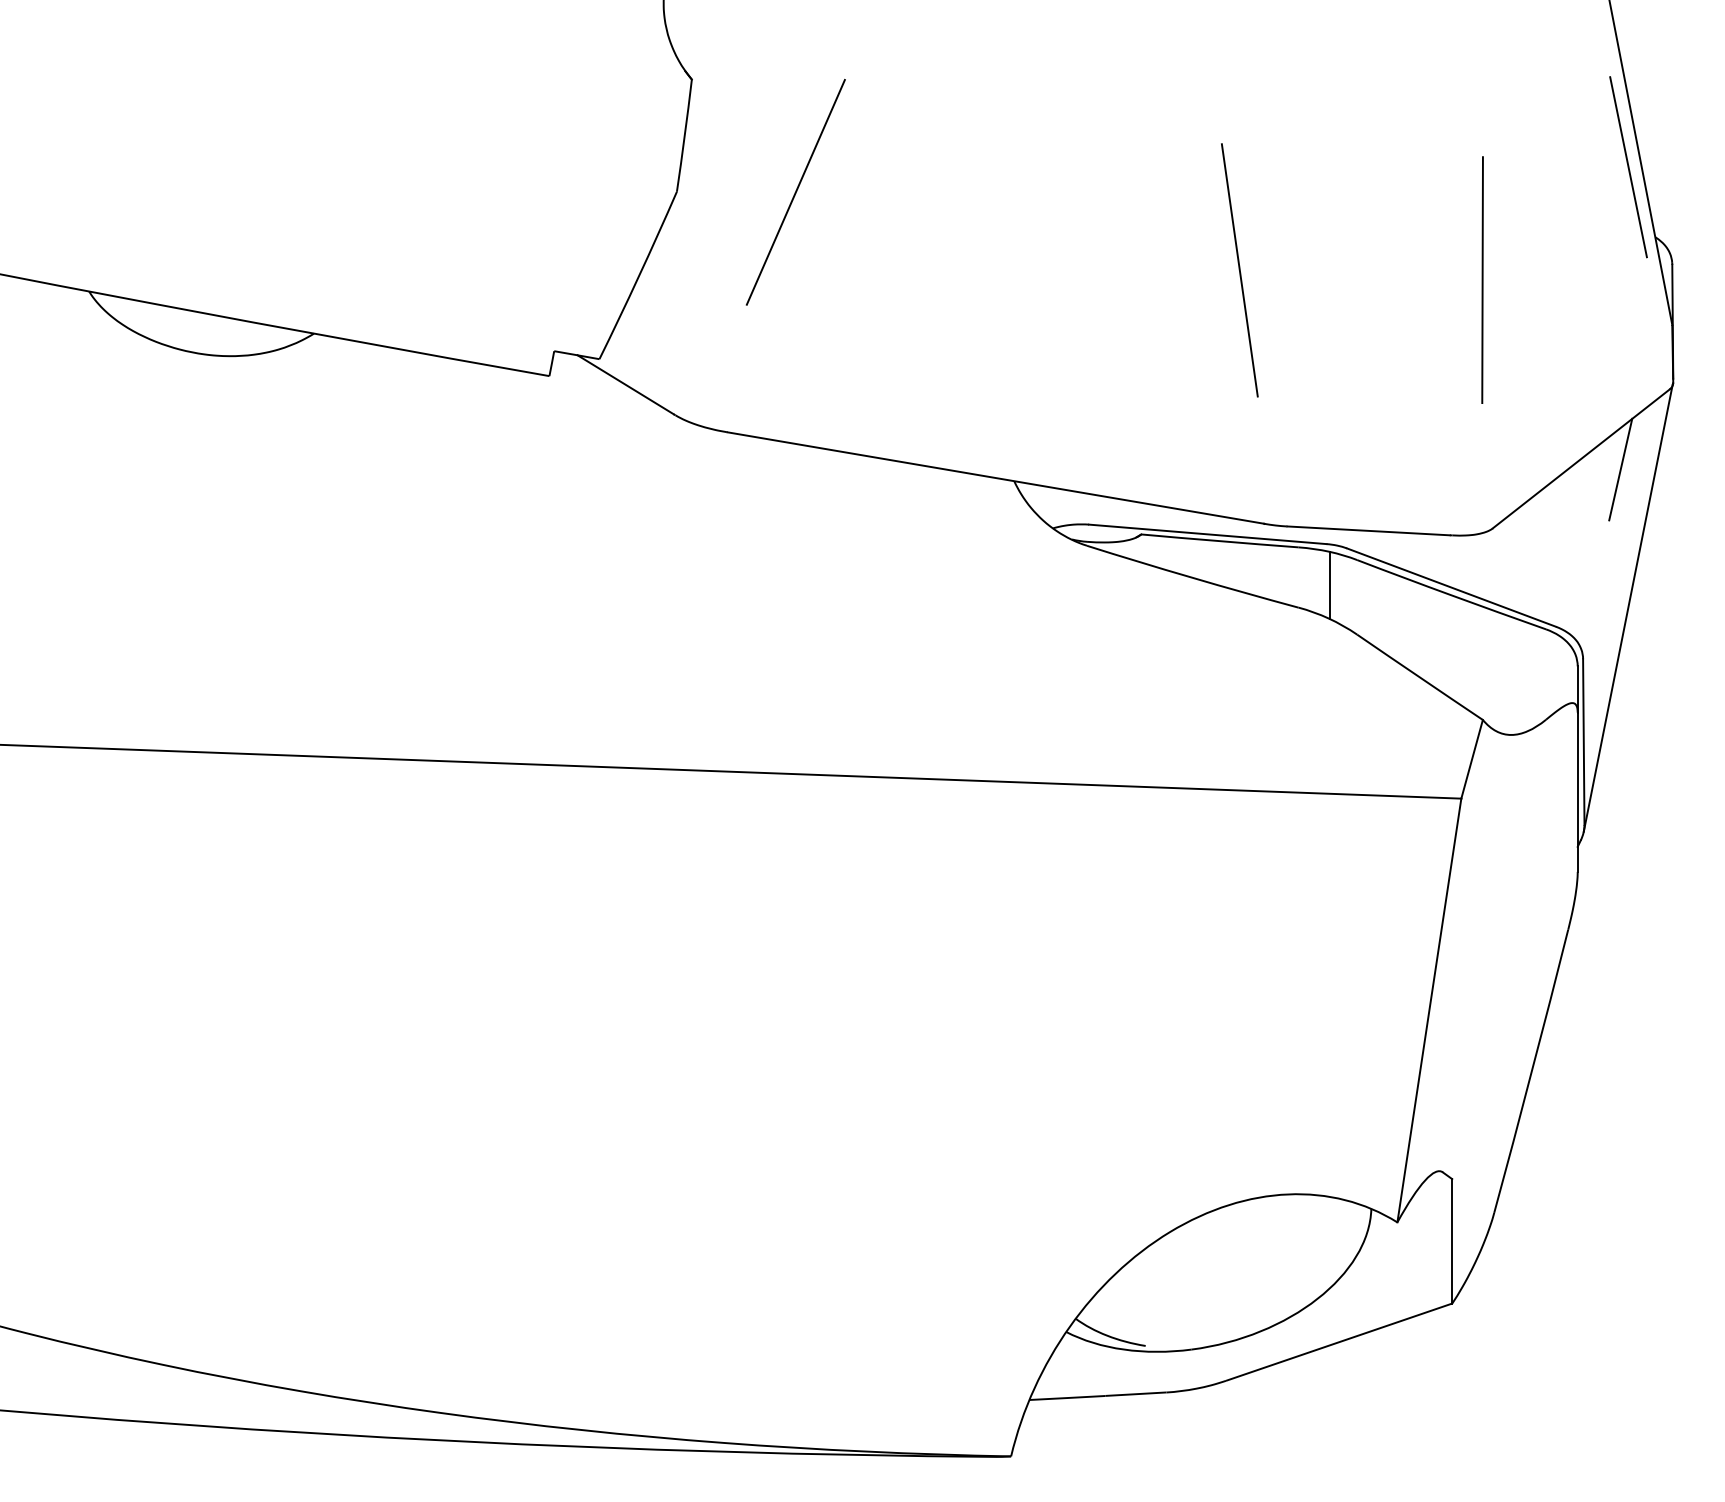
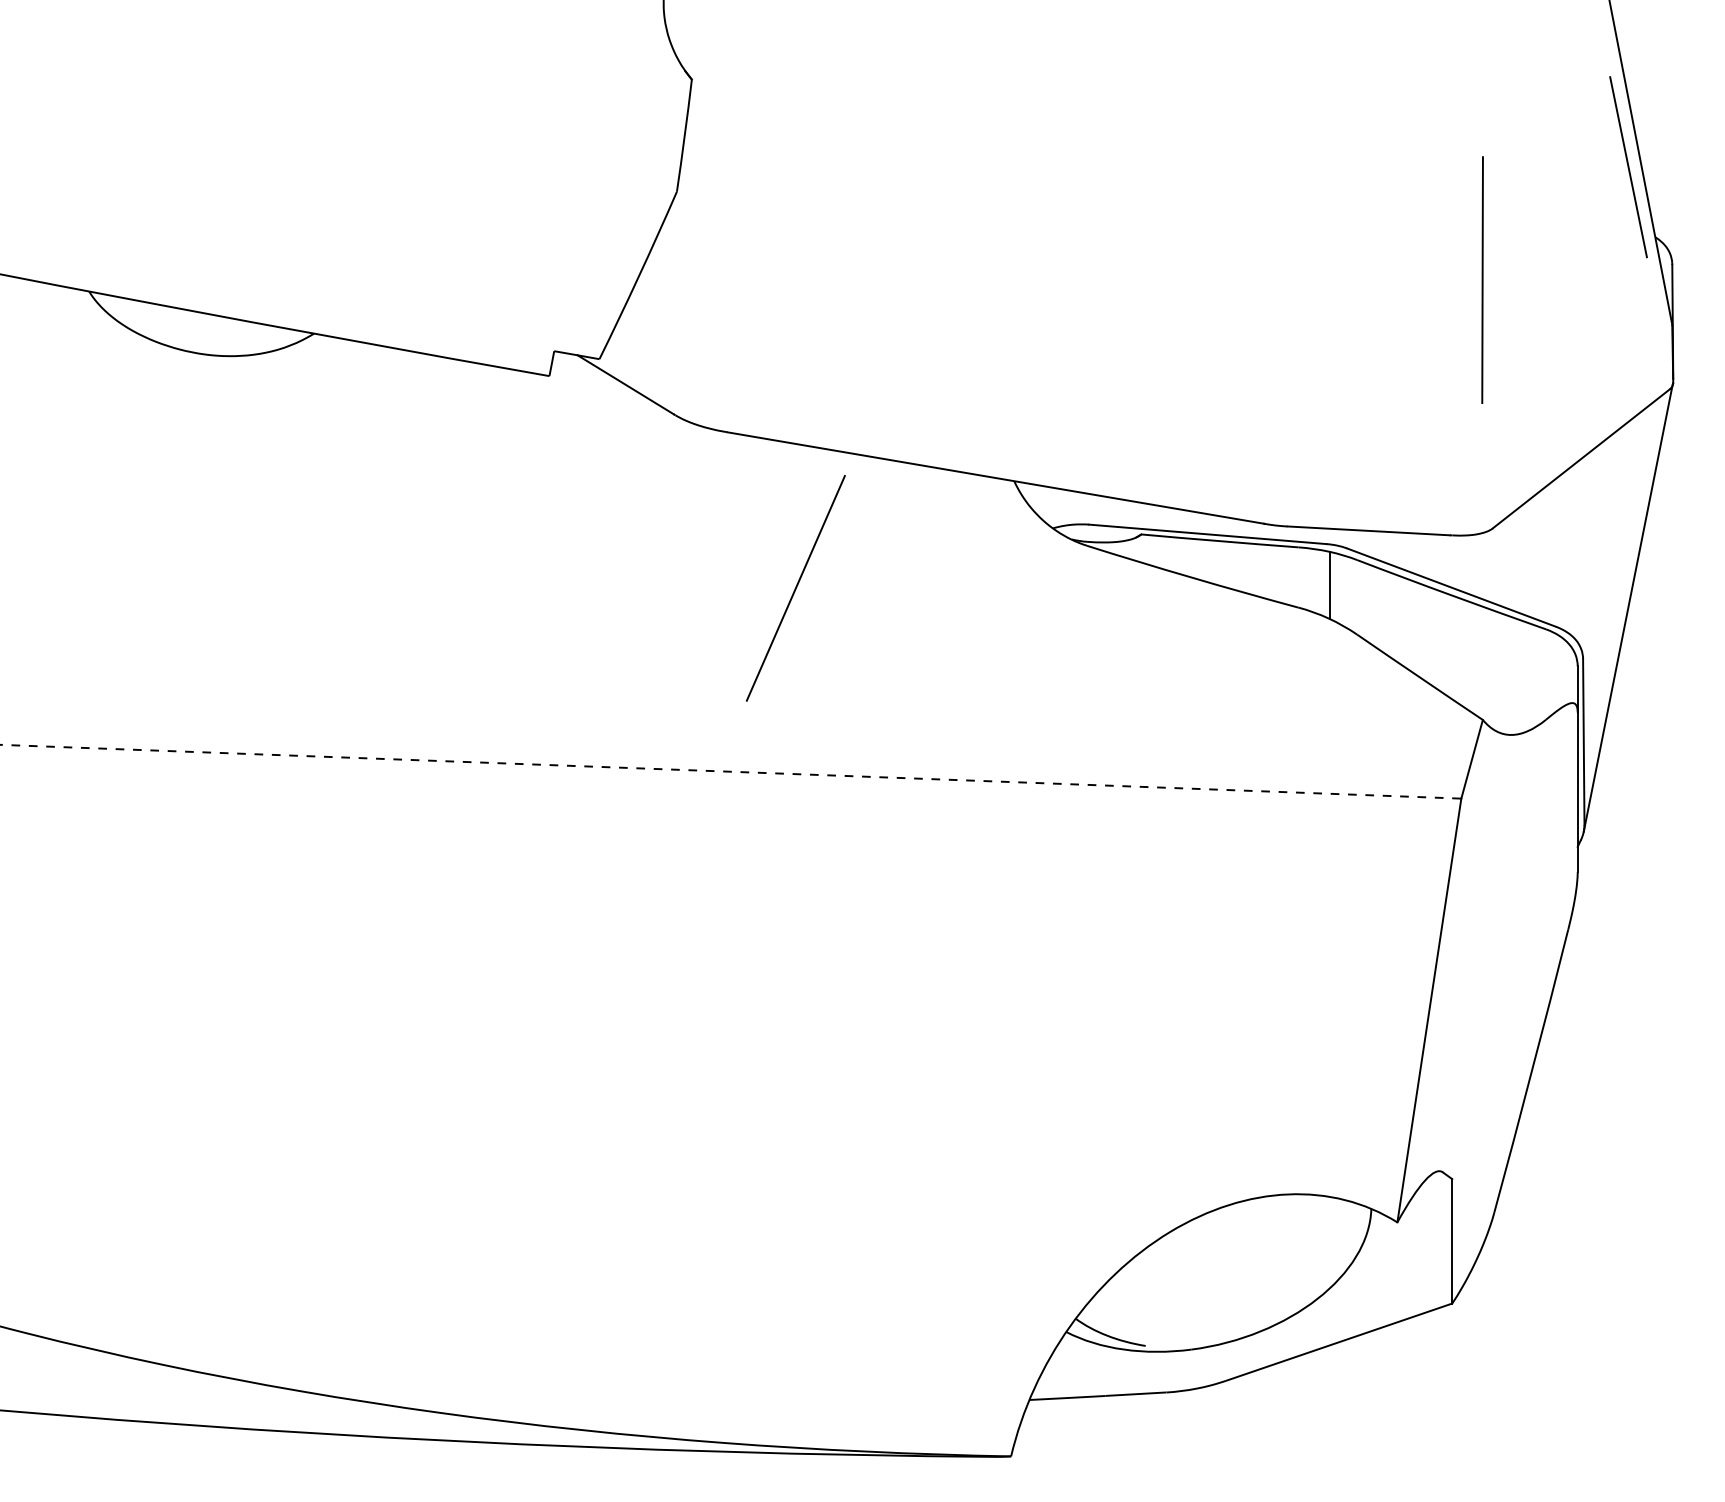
line at (795, 192) position: (795, 192) -> (795, 588)
line at (1239, 270): present -> none
line at (1620, 469): present -> none
line at (730, 771): solid -> dashed
